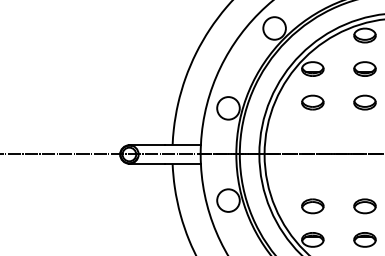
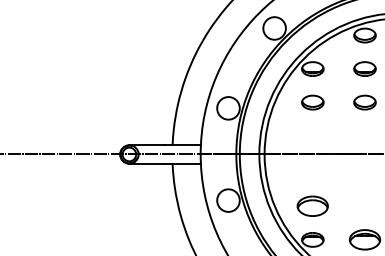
part at (312, 206) size: 24x17 px -> 33x22 px
part at (364, 206): present -> none
part at (364, 239) size: 24x16 px -> 34x22 px
